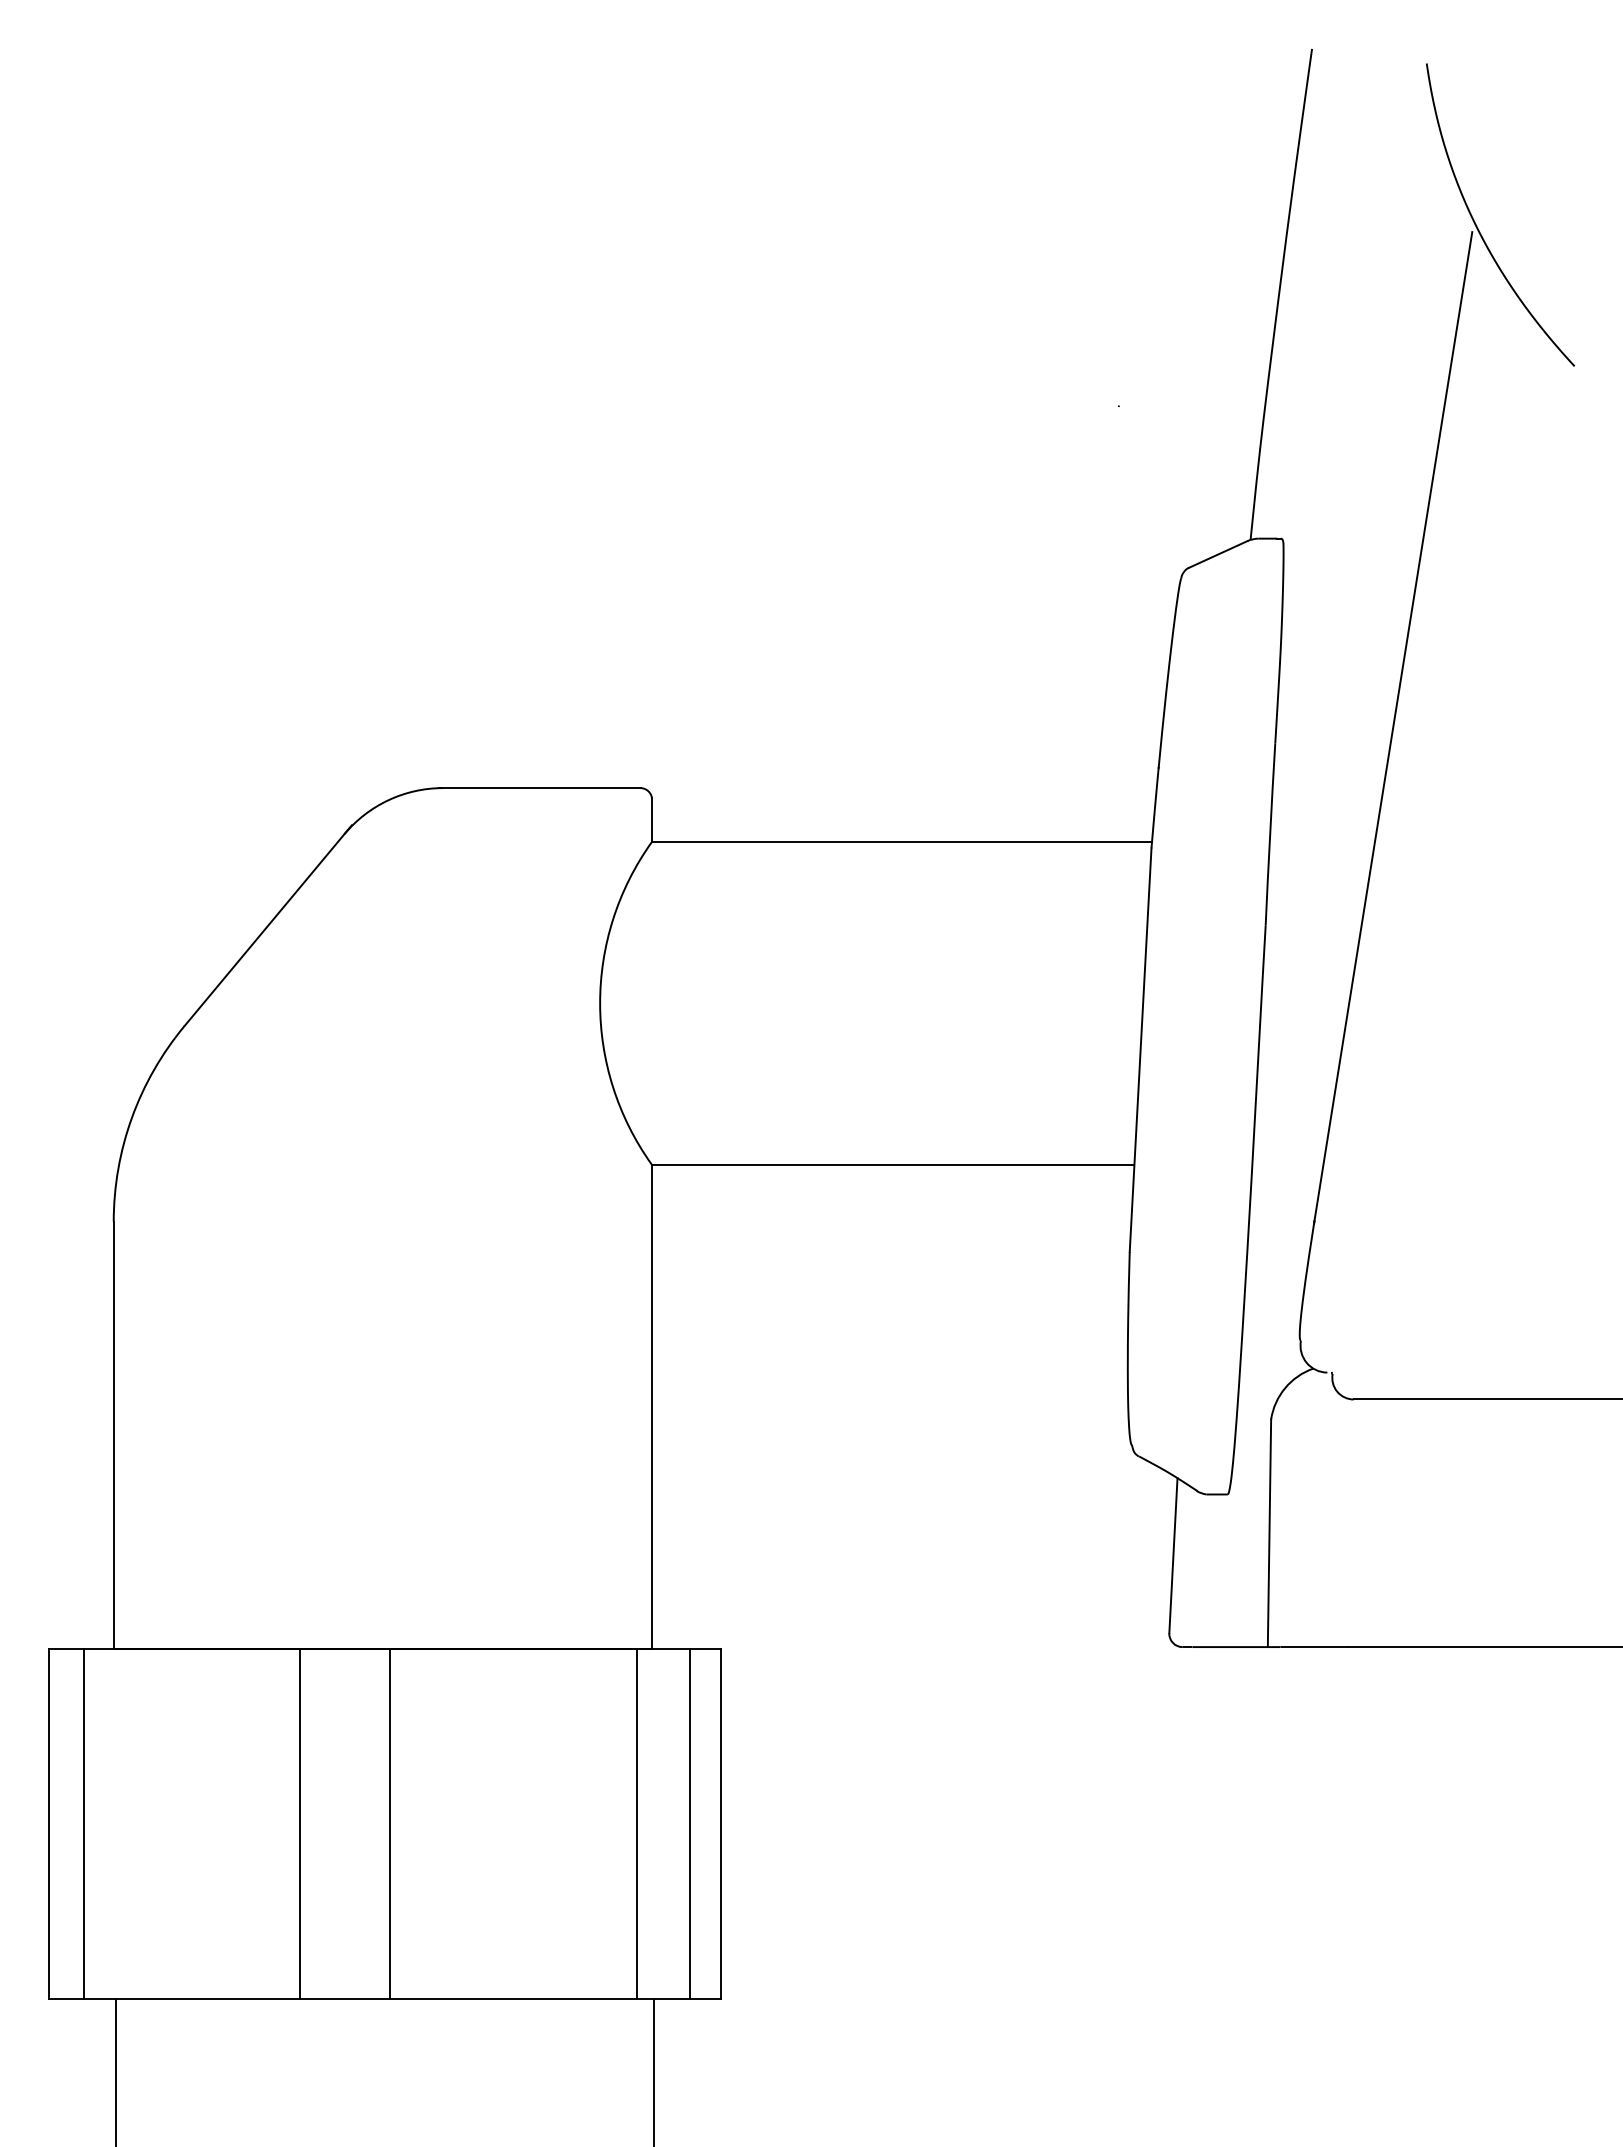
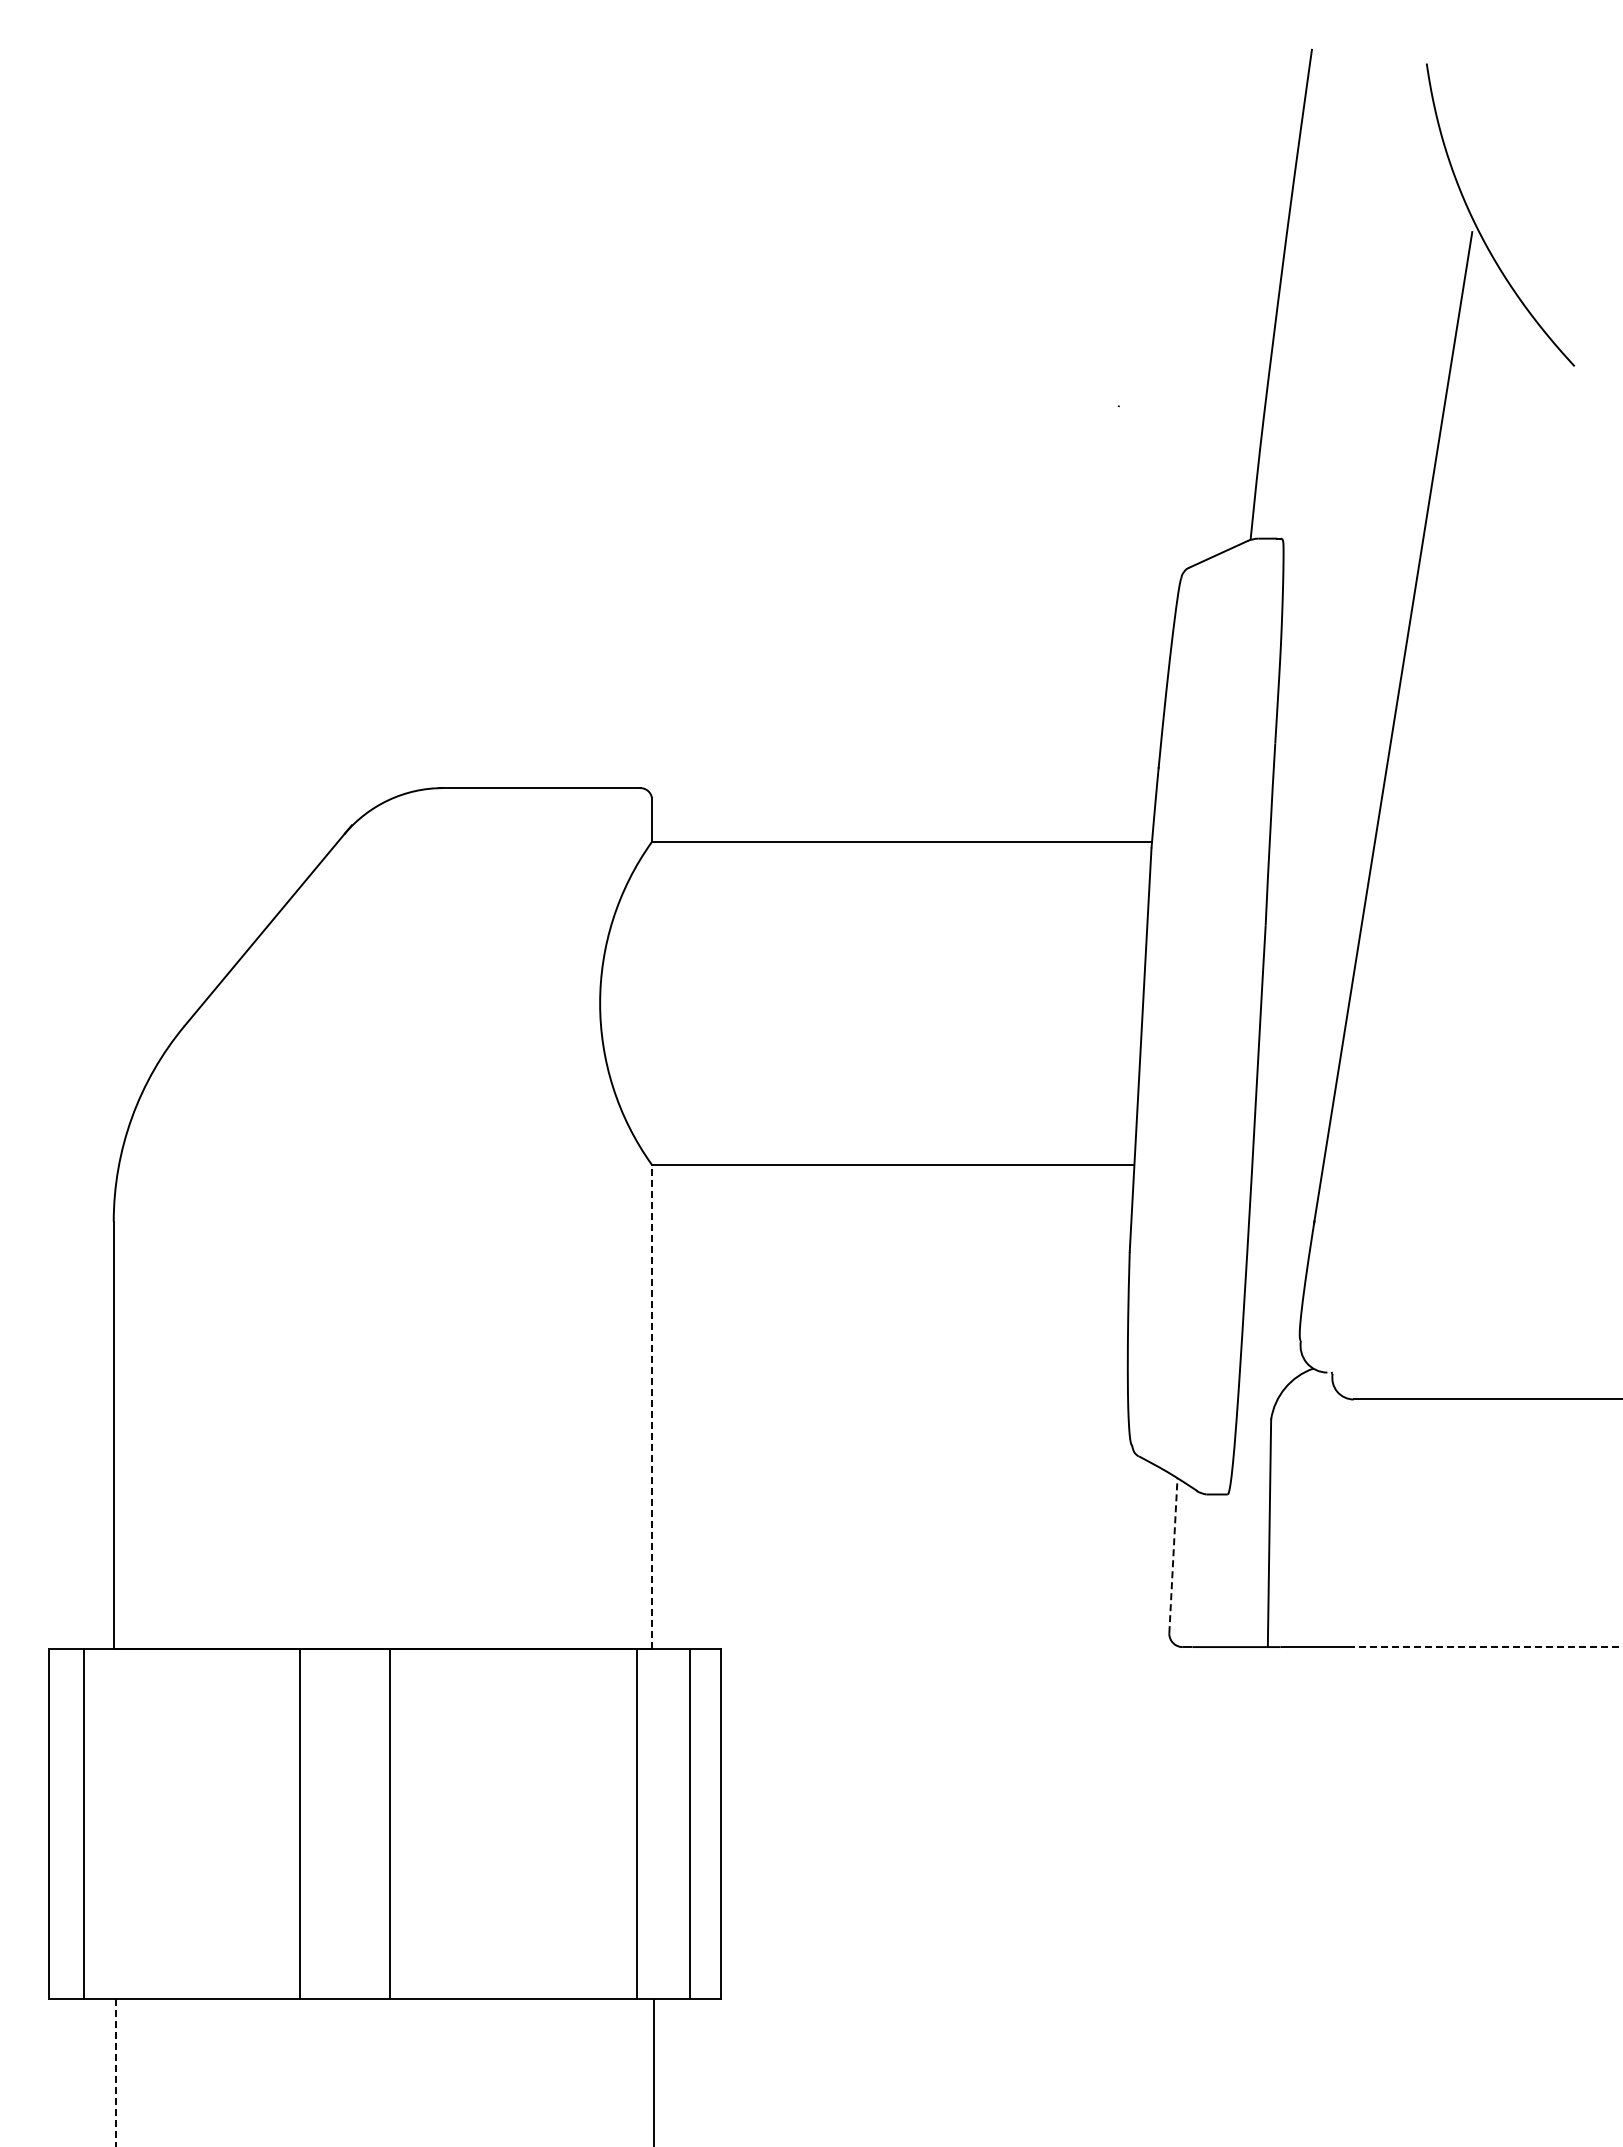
line at (651, 1406): solid -> dashed
line at (1173, 1555): solid -> dashed
line at (1485, 1647): solid -> dashed
line at (115, 2072): solid -> dashed
